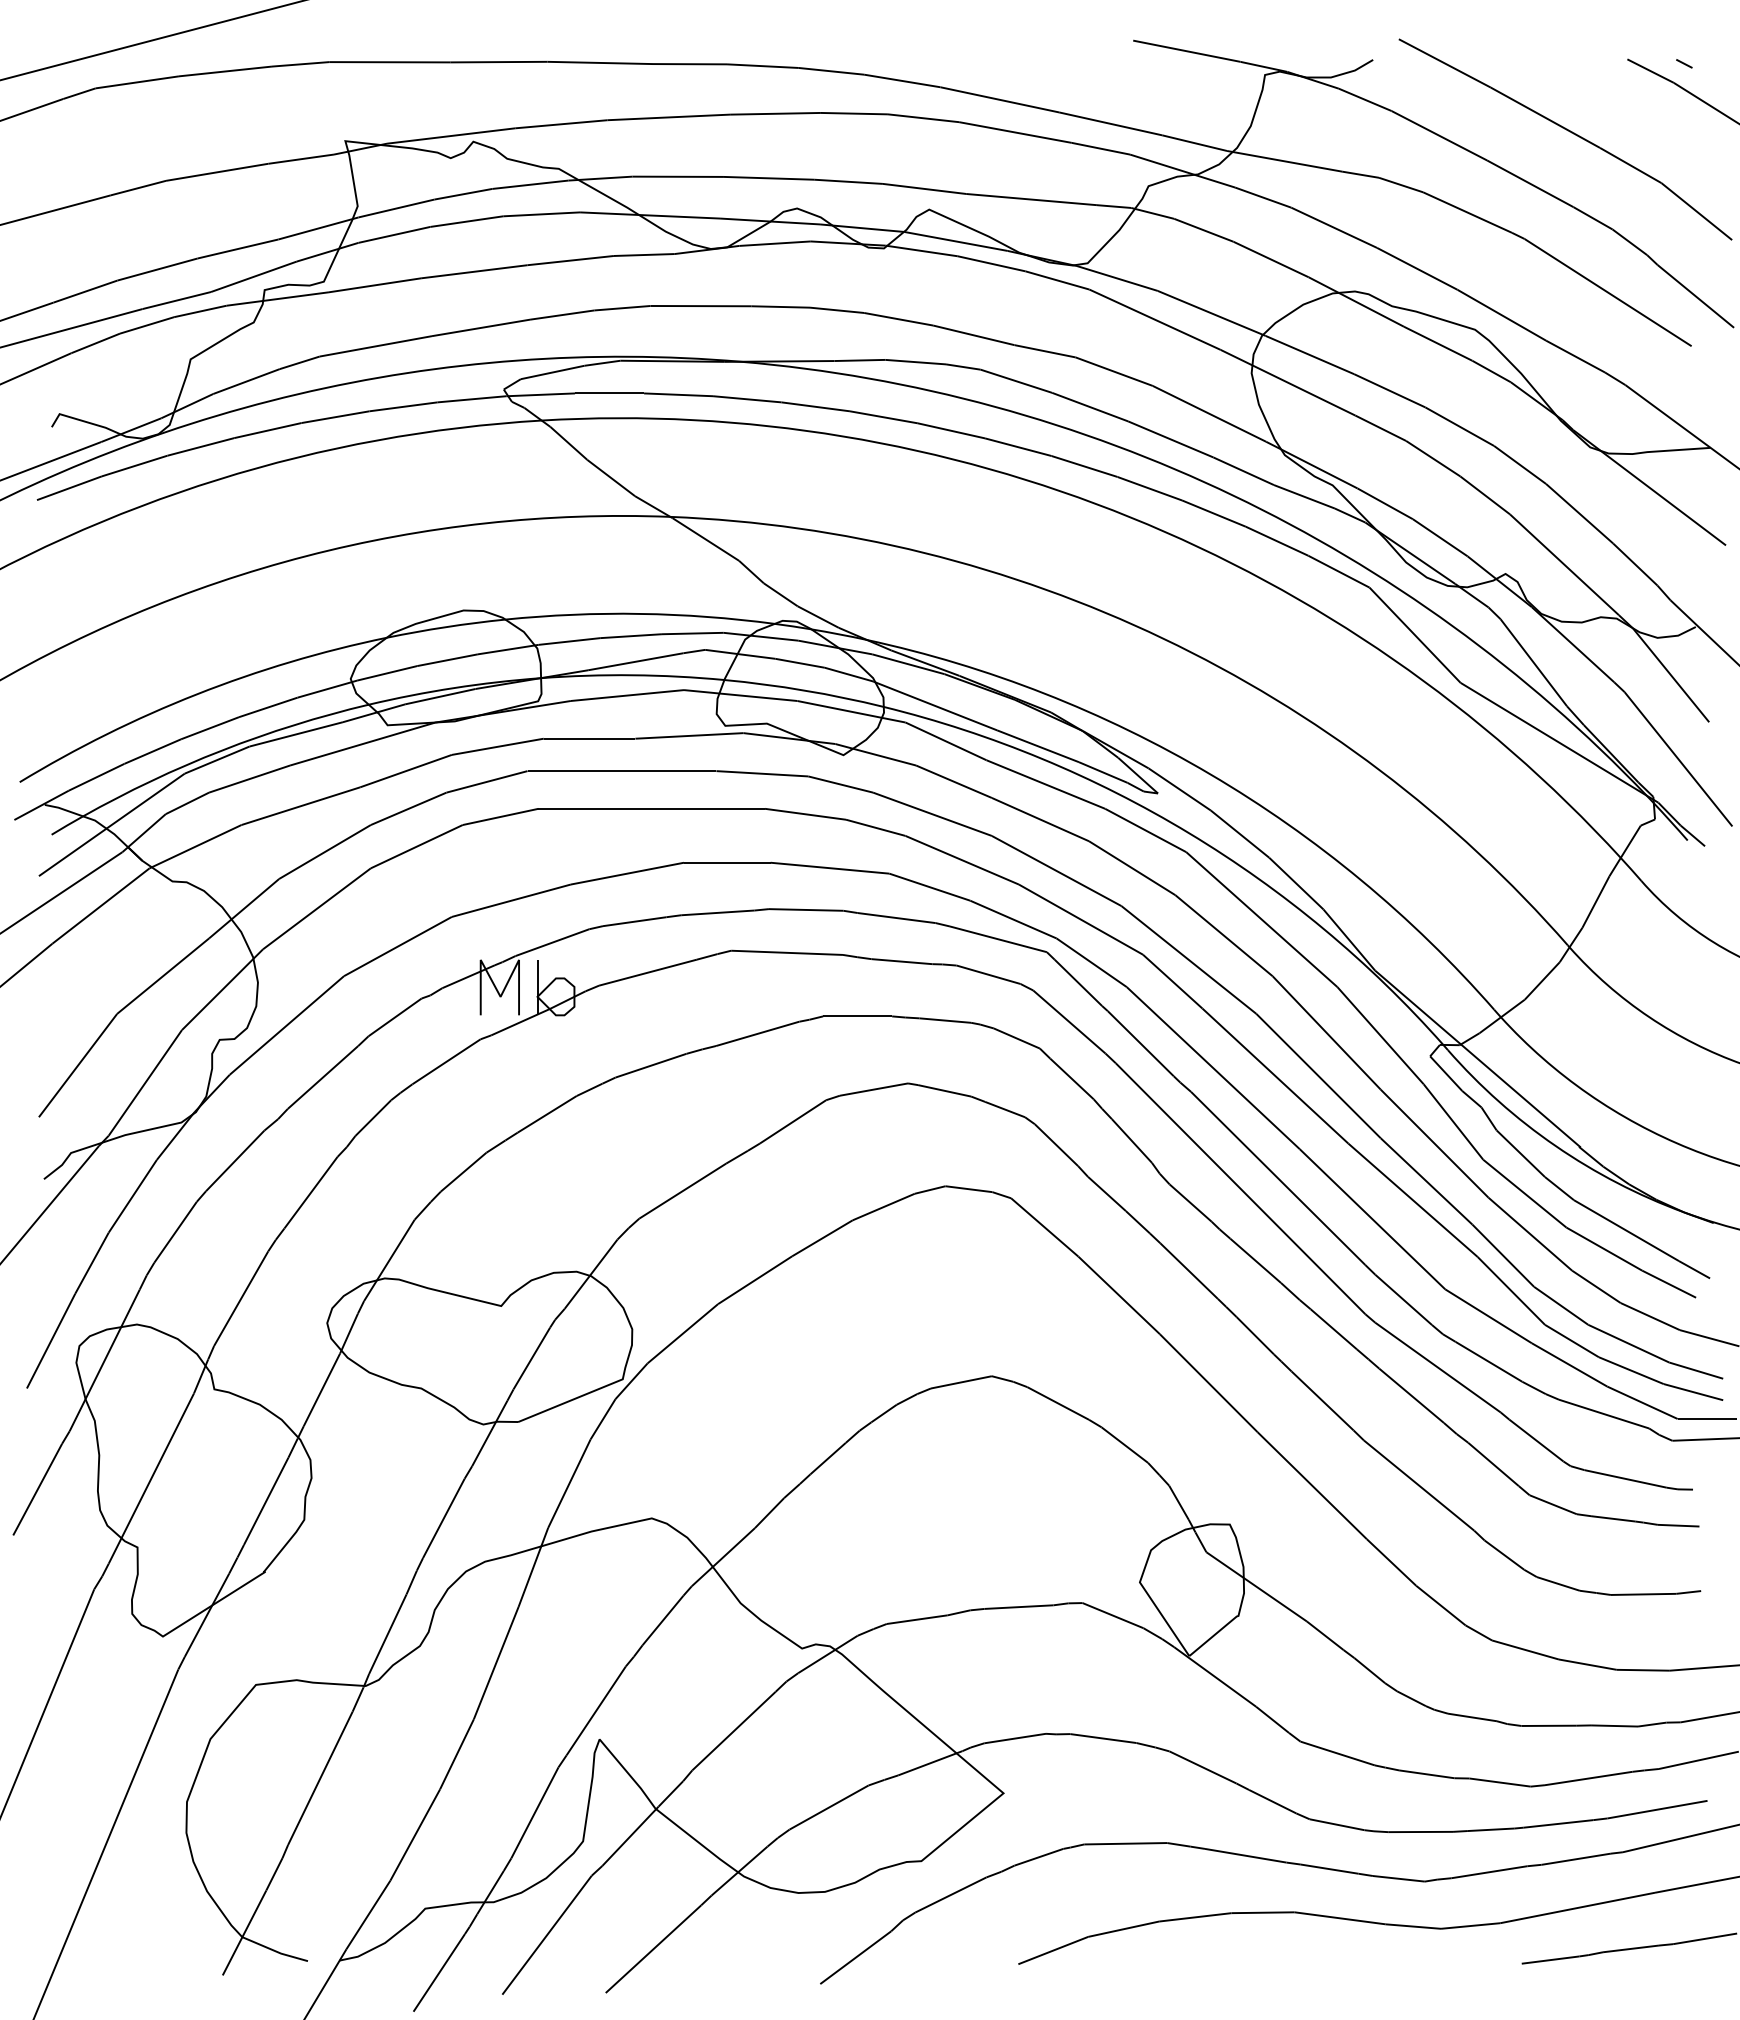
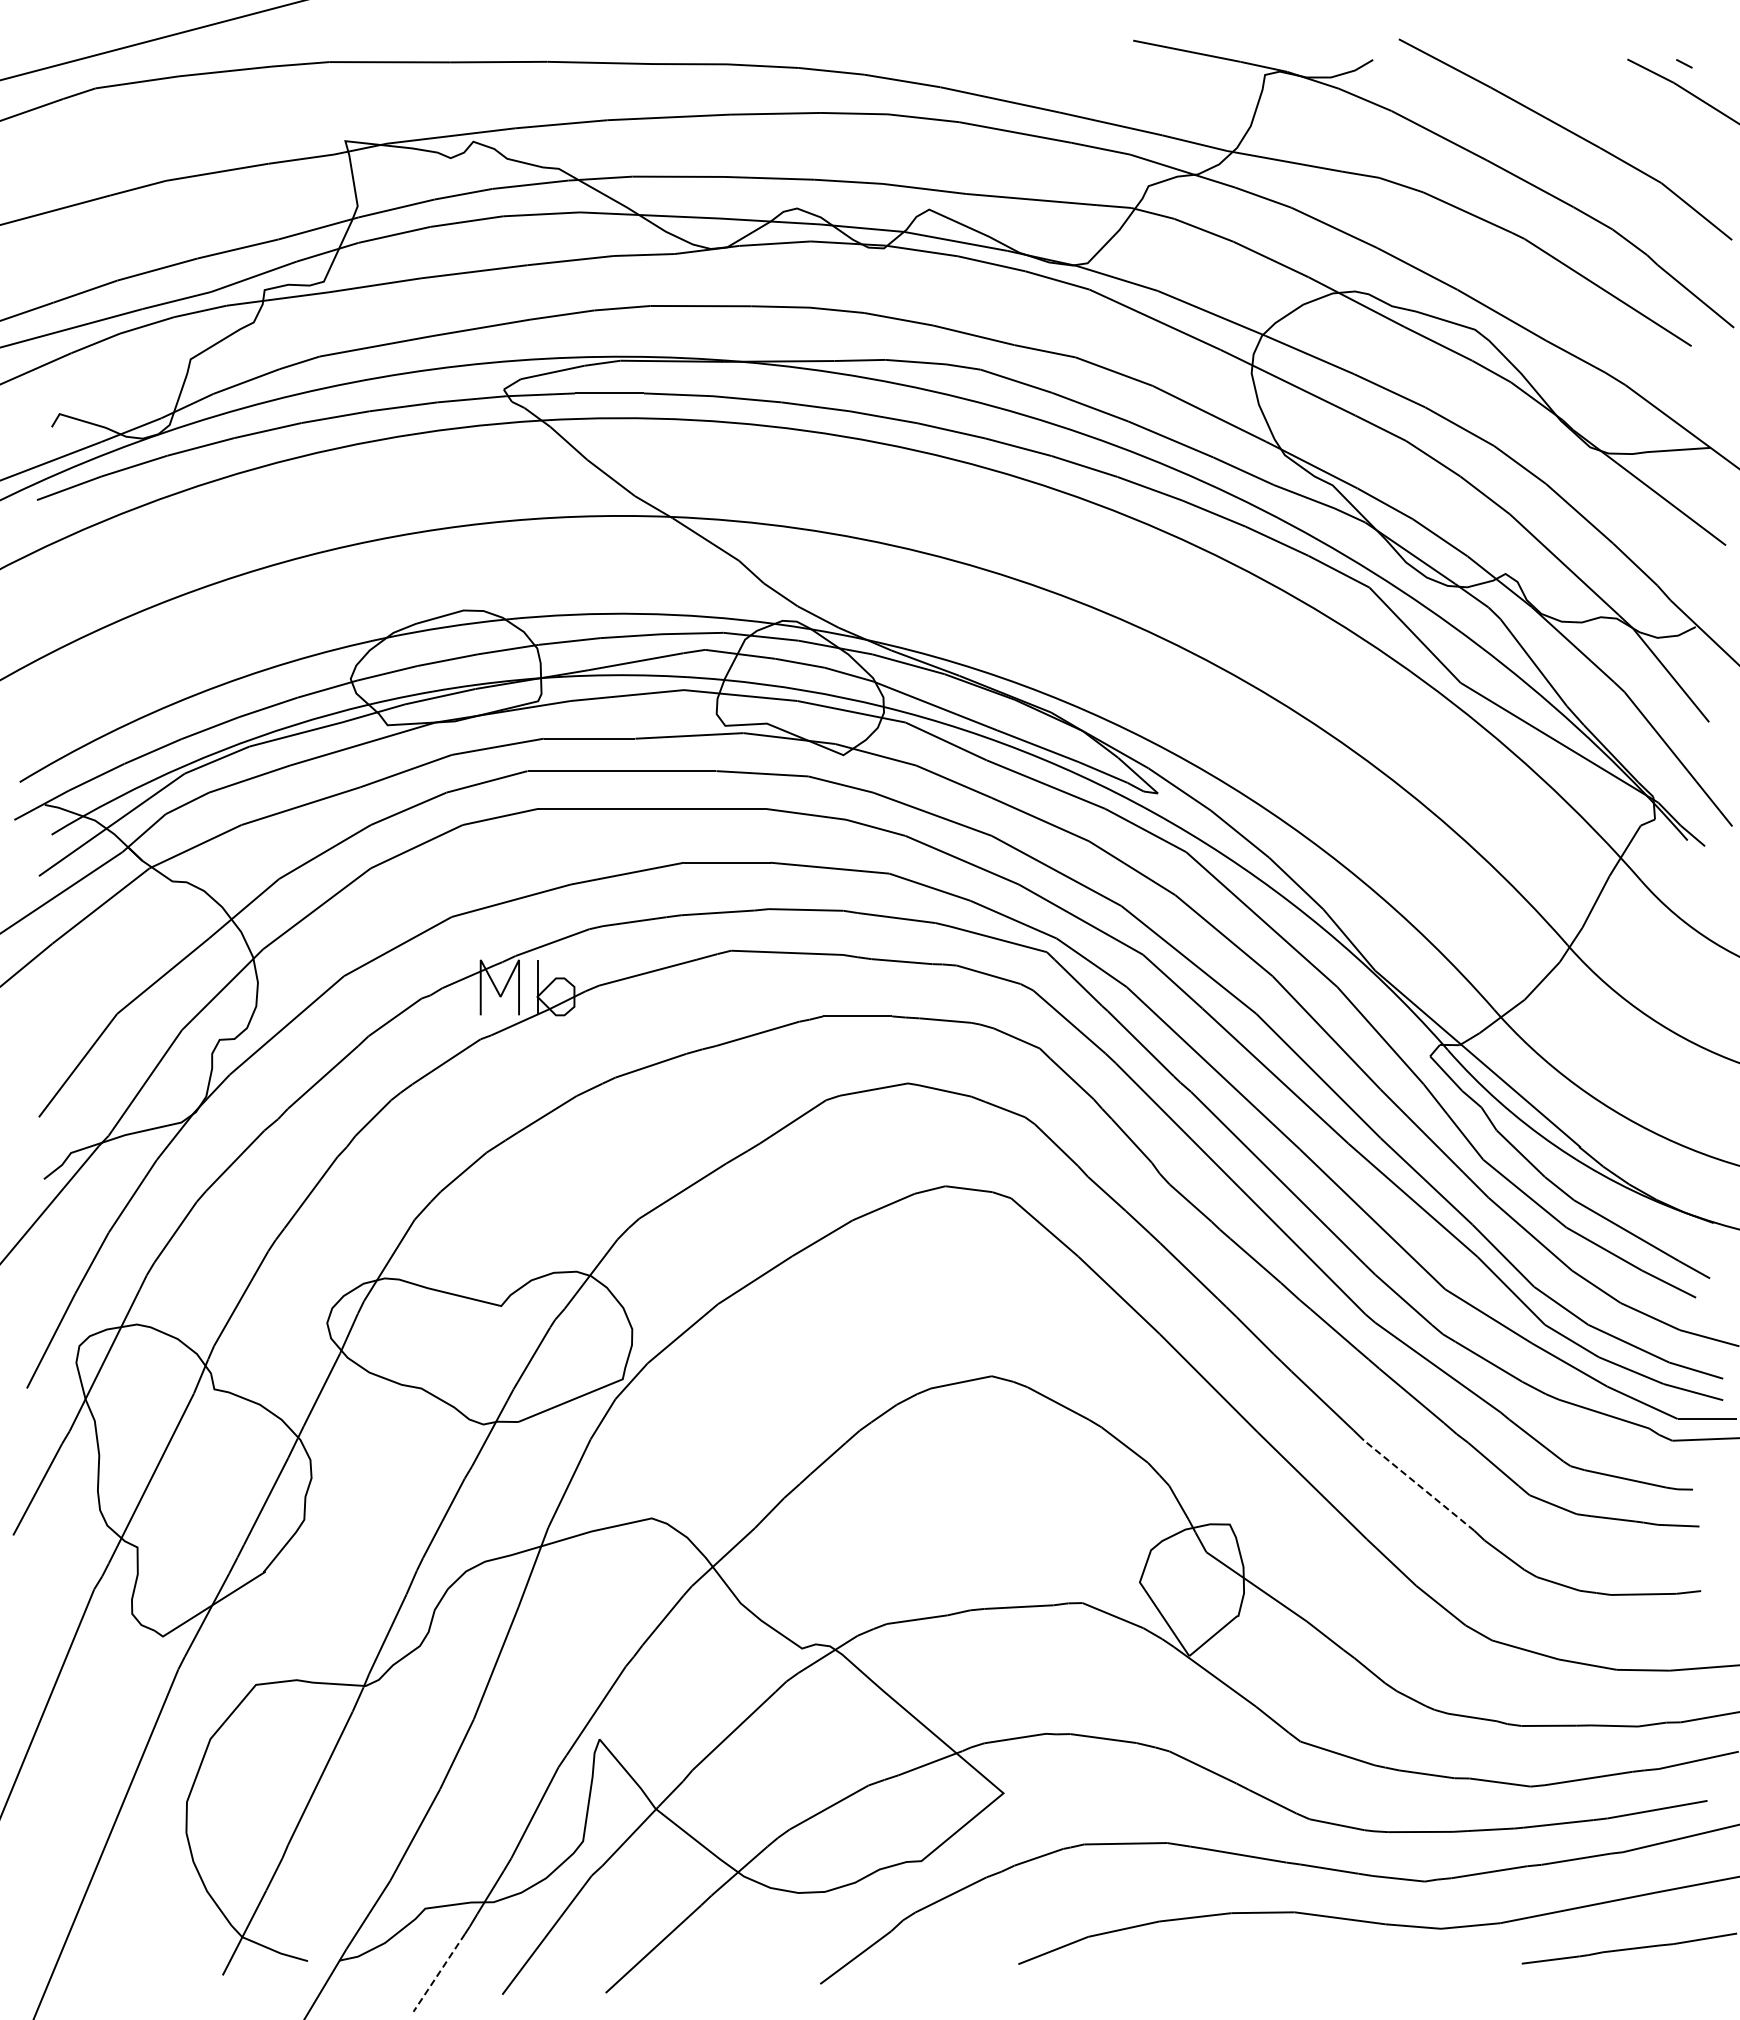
line at (1418, 1485): solid -> dashed
line at (439, 1972): solid -> dashed
